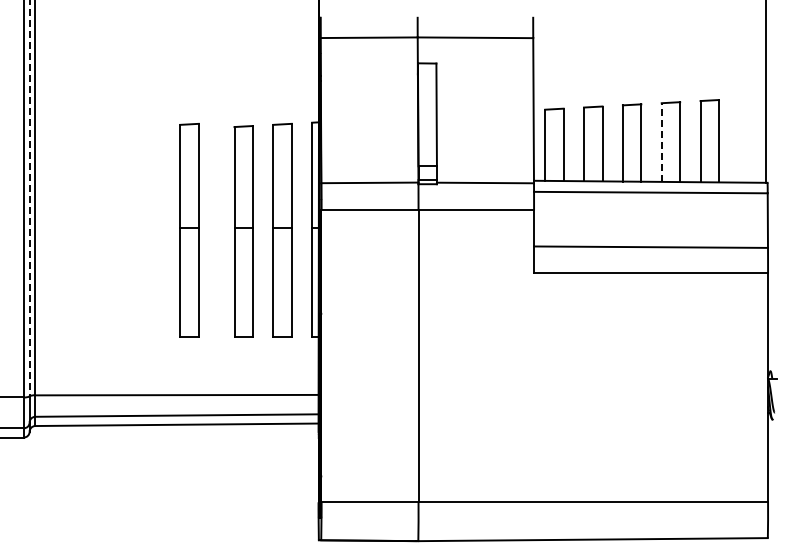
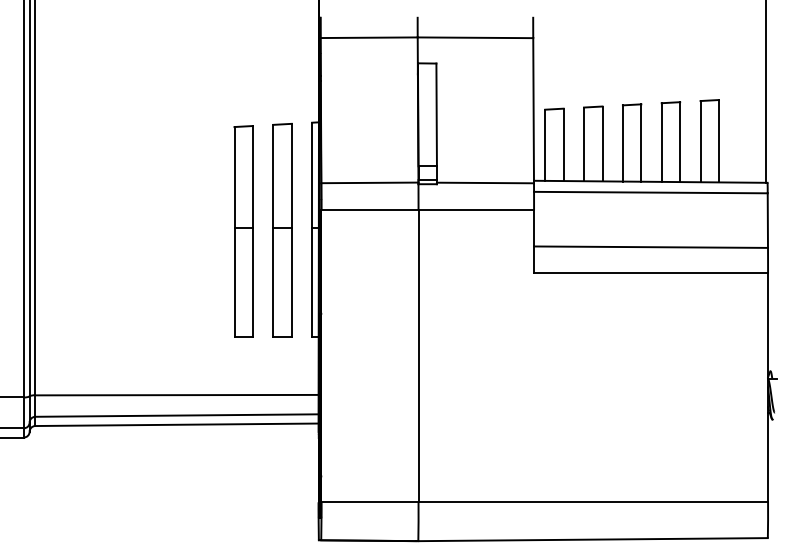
line at (661, 142): dashed -> solid
line at (29, 198): dashed -> solid
part at (189, 230): present -> none
